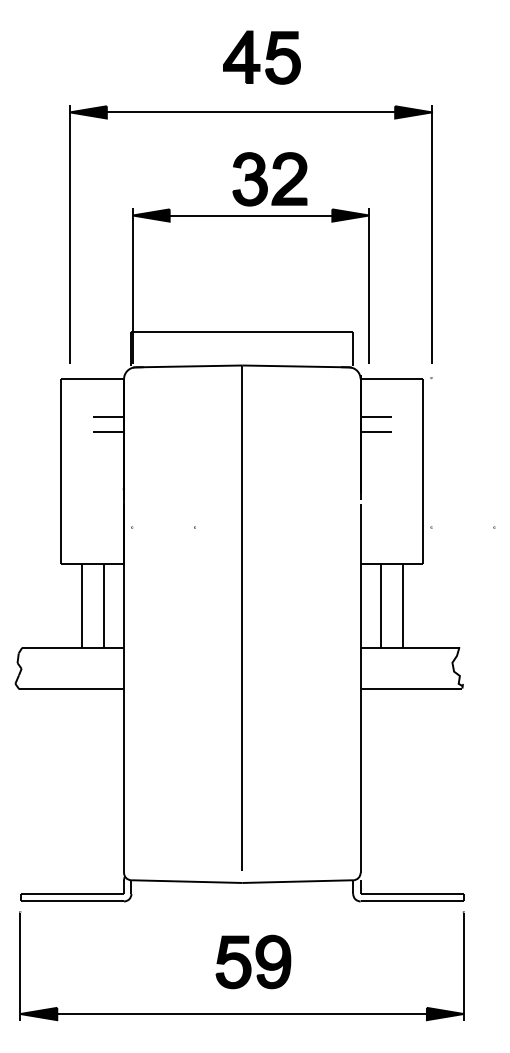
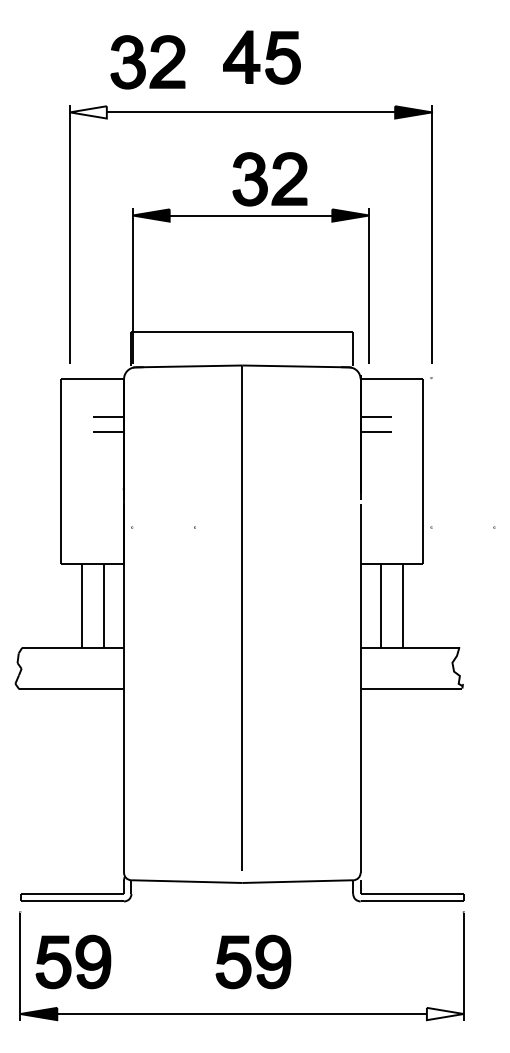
part at (147, 62): none -> present
fill at (87, 112): present -> none
part at (73, 961): none -> present
fill at (444, 1013): present -> none
